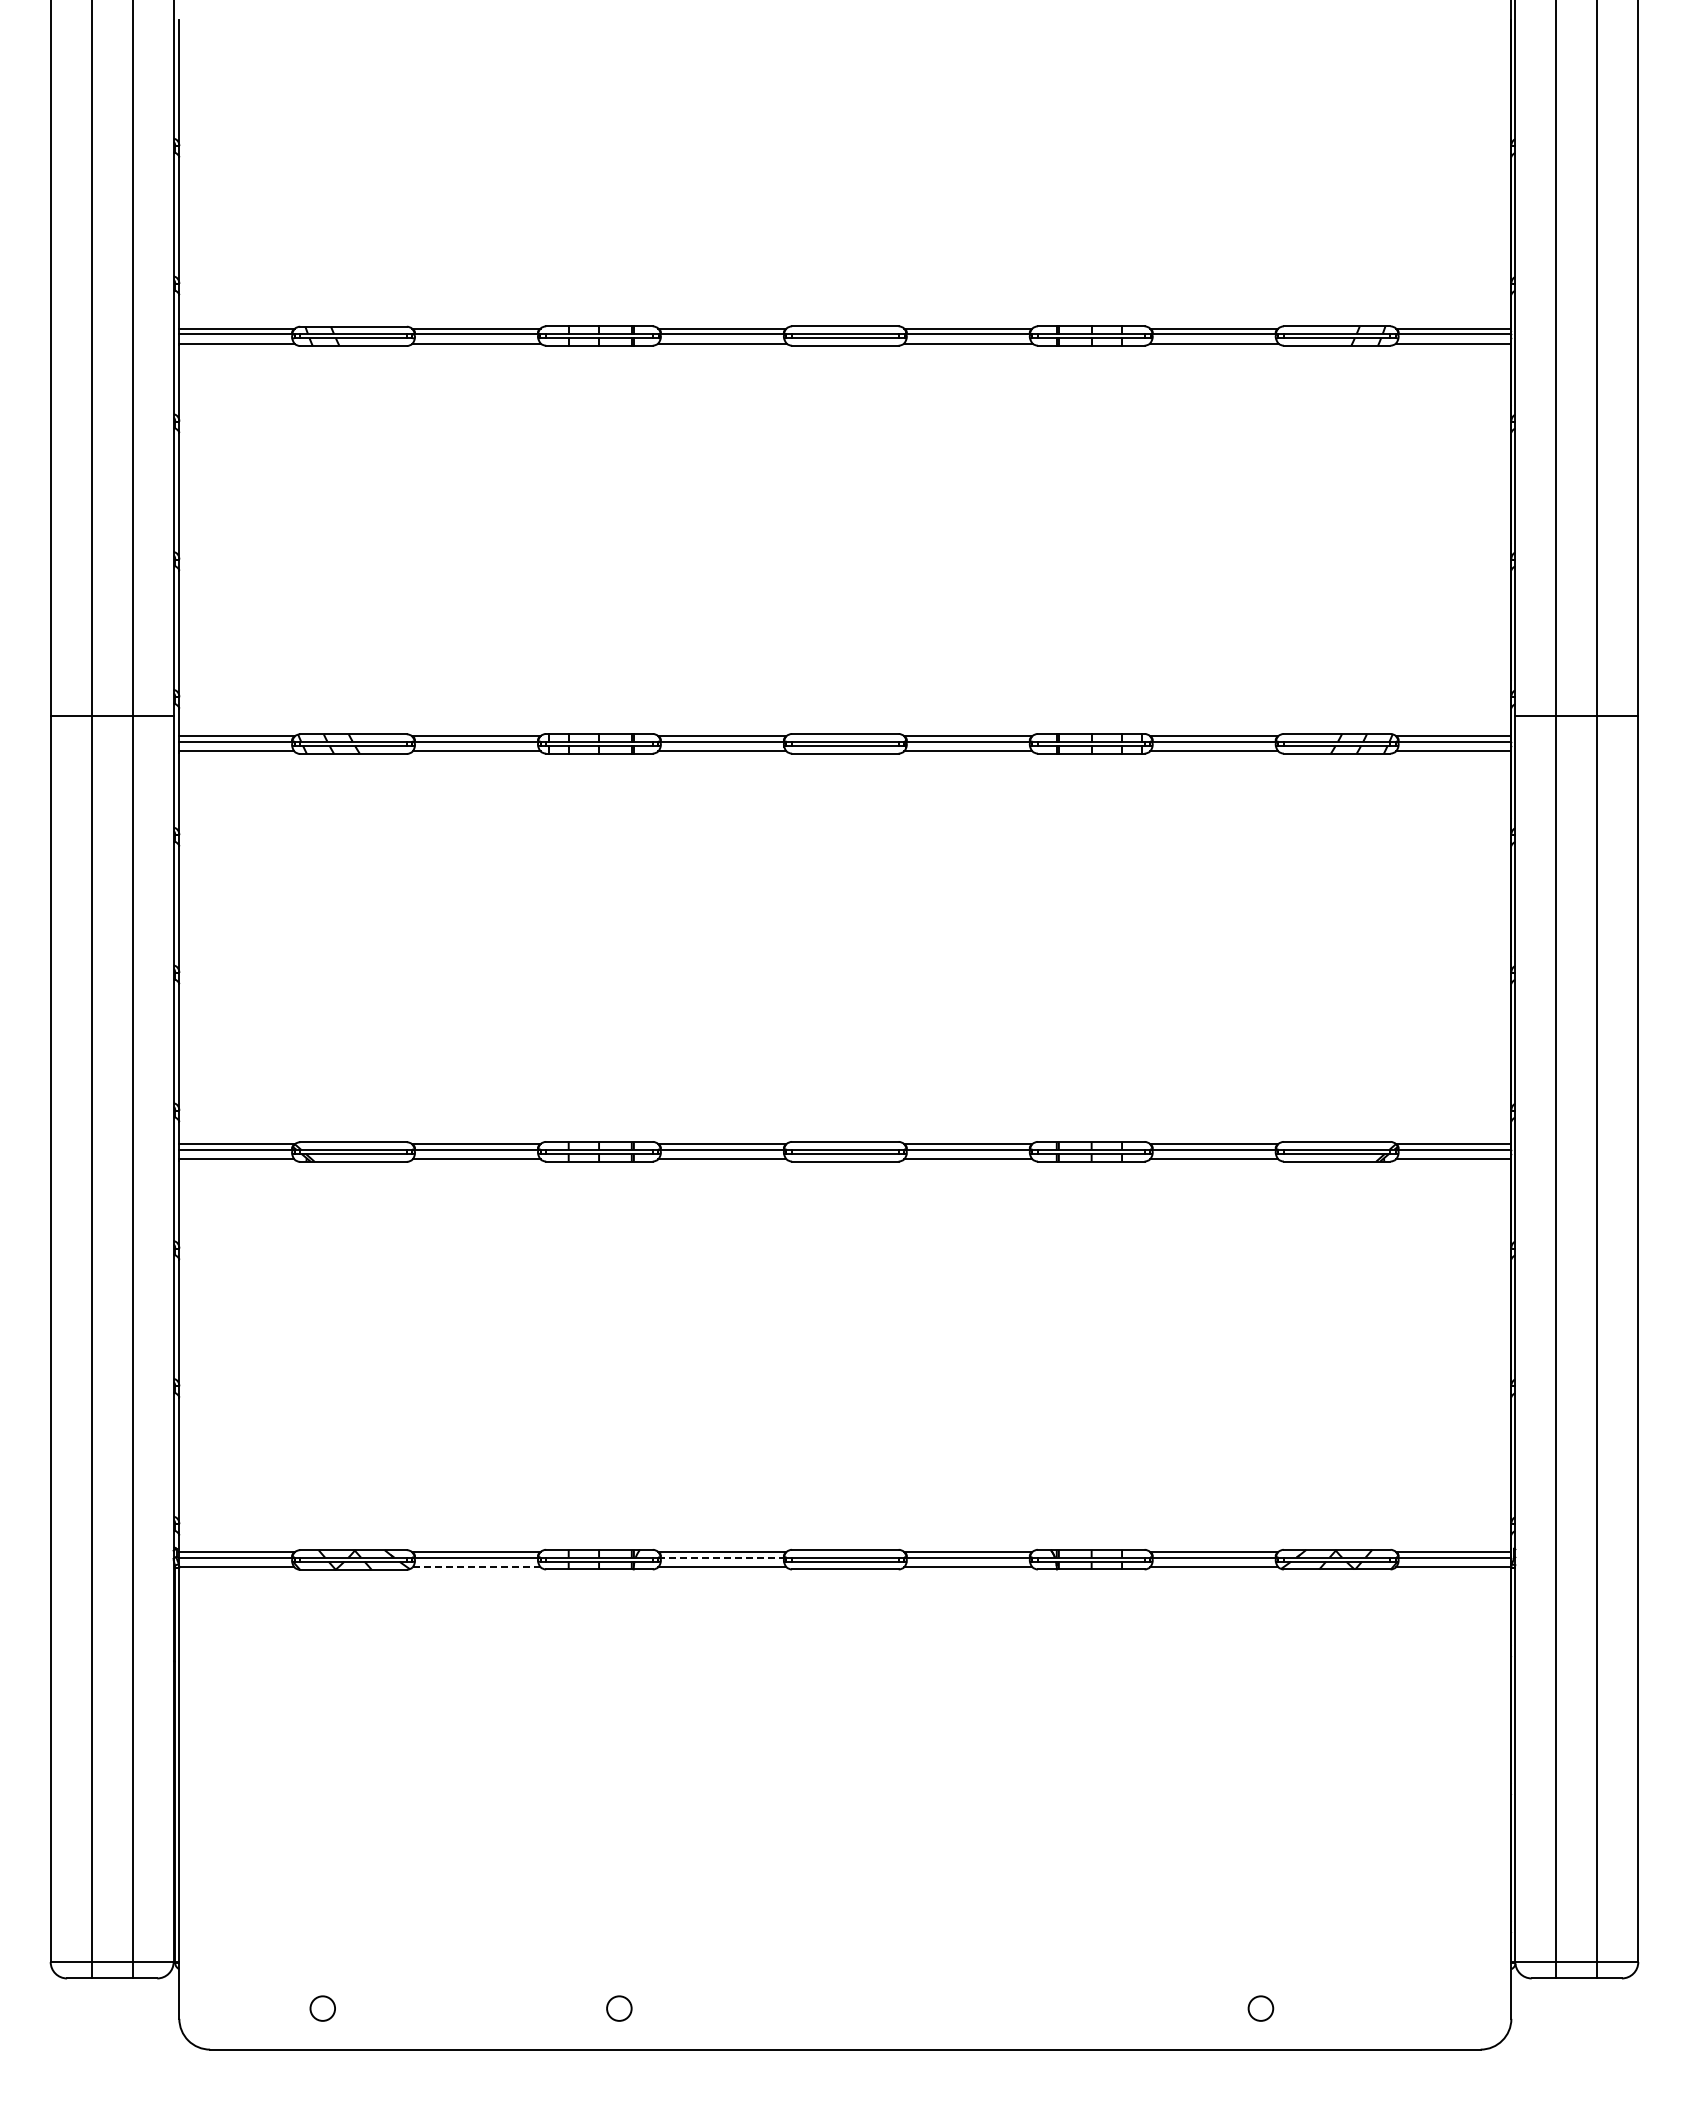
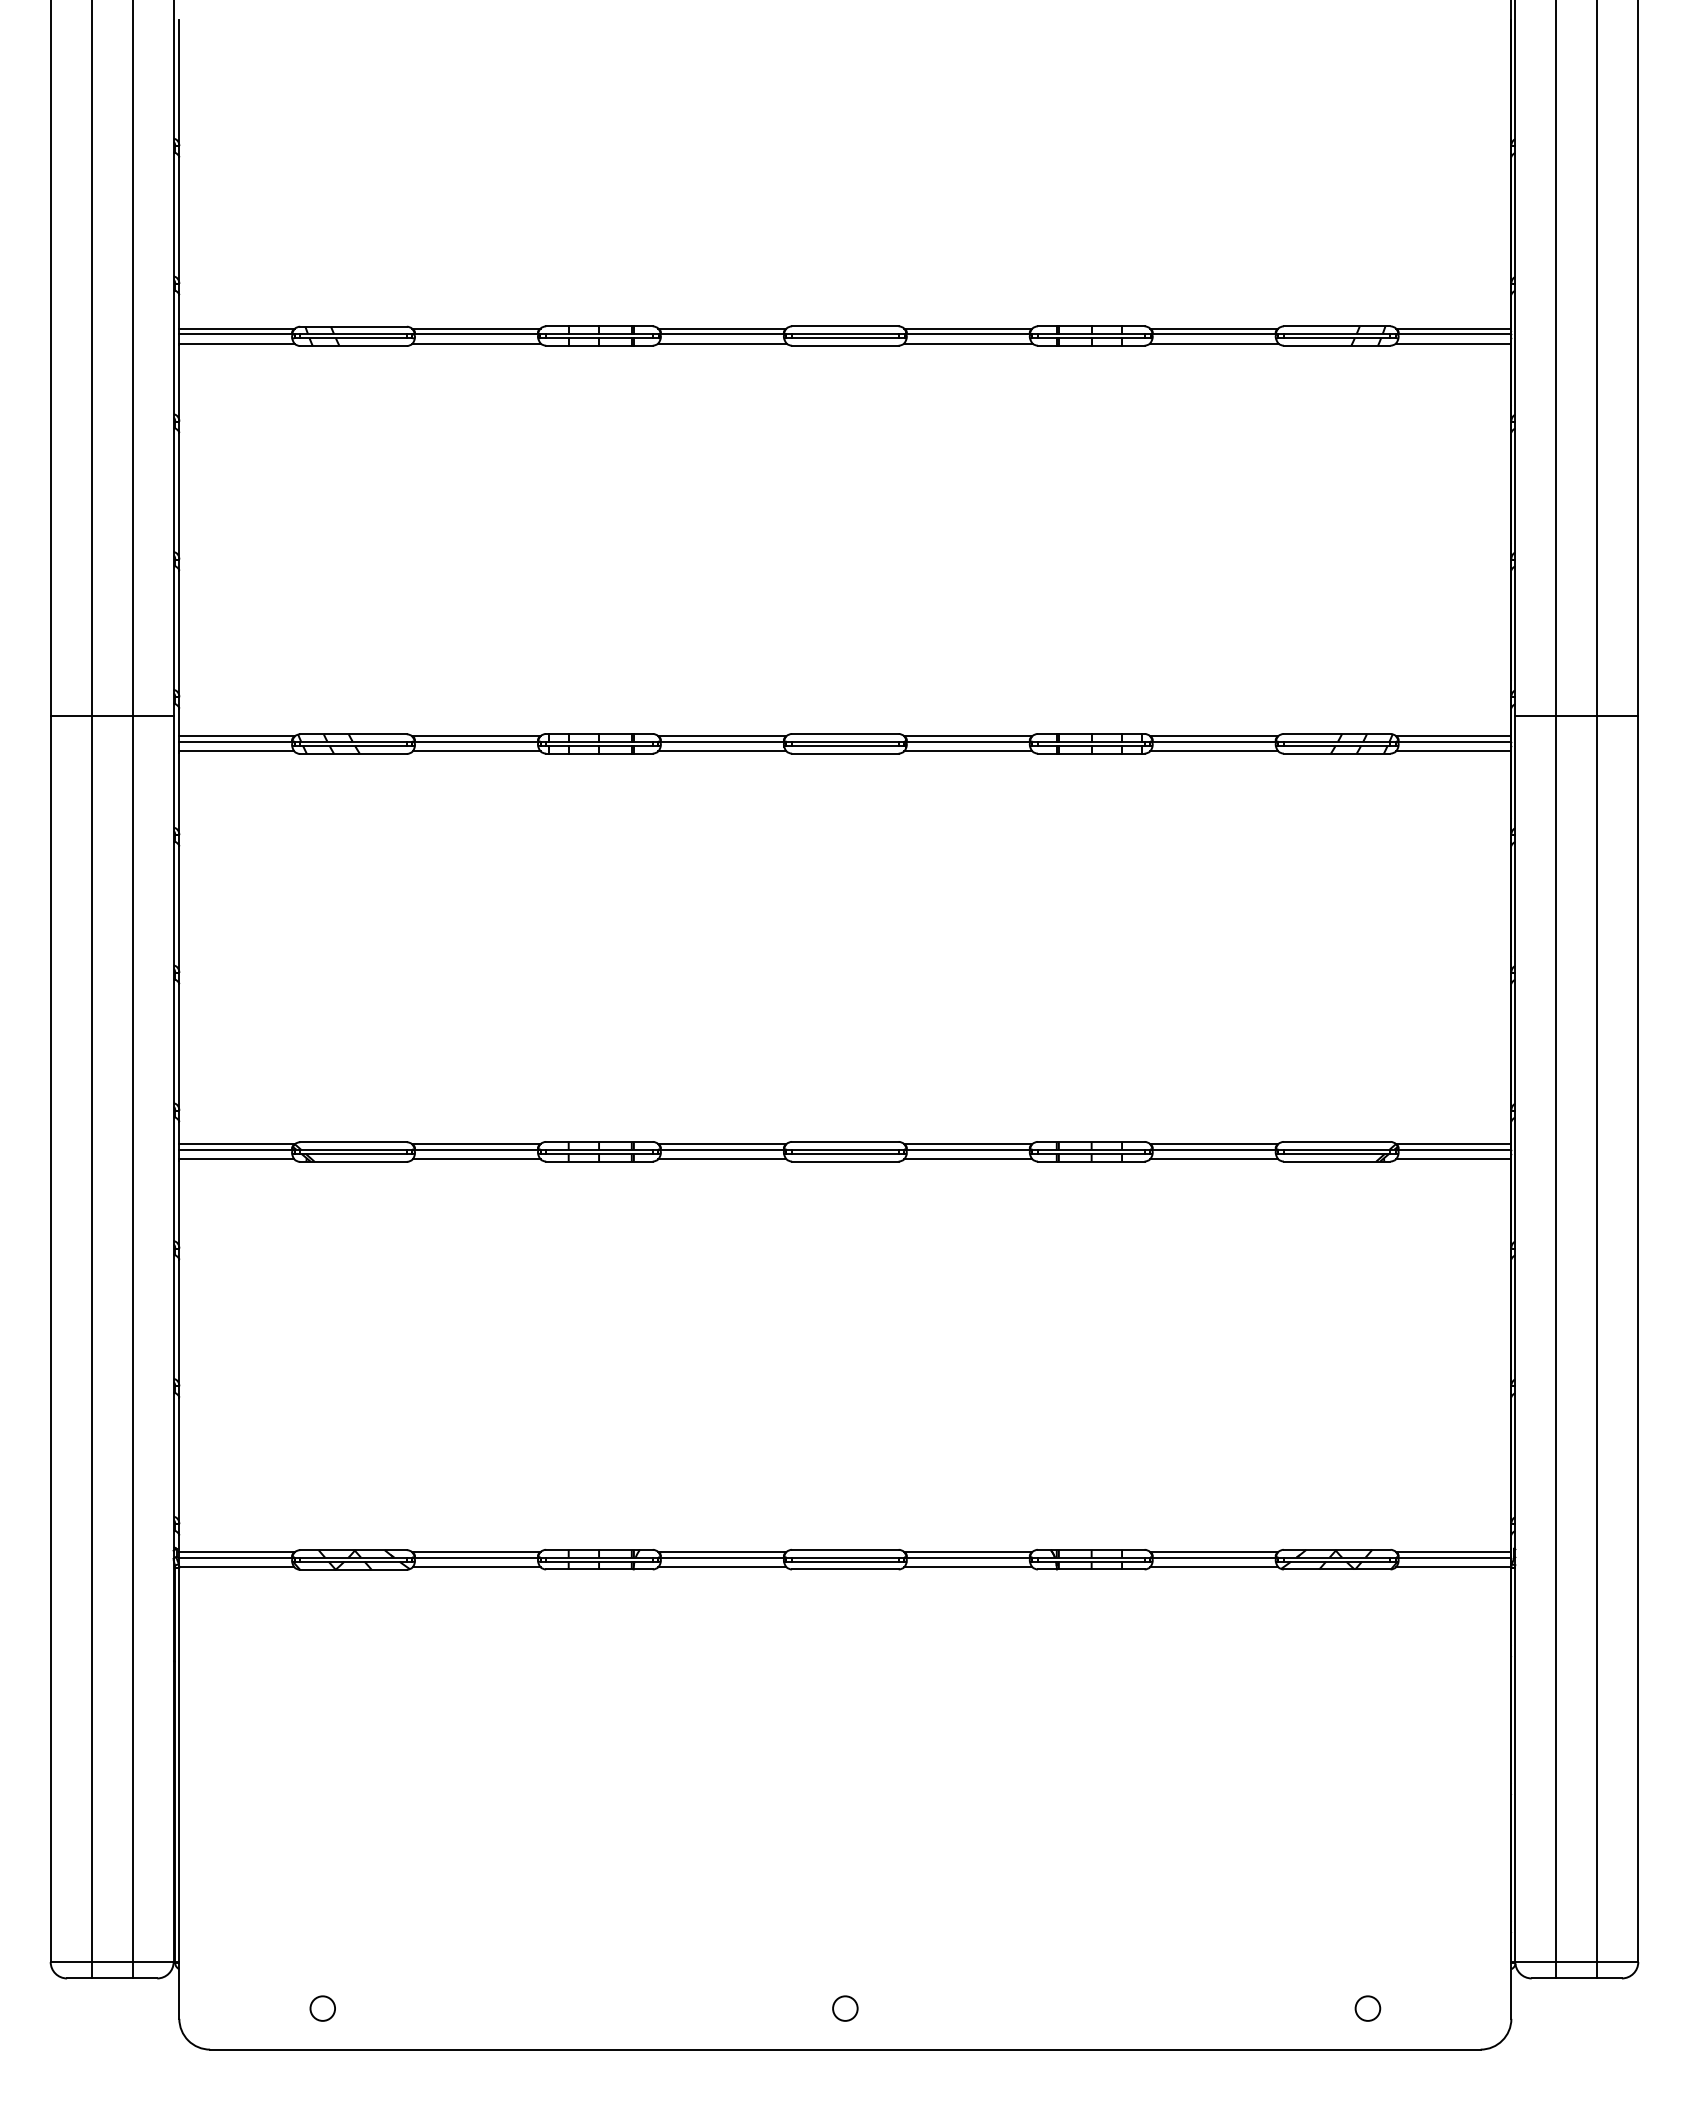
line at (721, 1557): dashed -> solid
line at (476, 1567): dashed -> solid
circle at (619, 2008) position: (619, 2008) -> (845, 2008)
circle at (1260, 2008) position: (1260, 2008) -> (1367, 2008)
